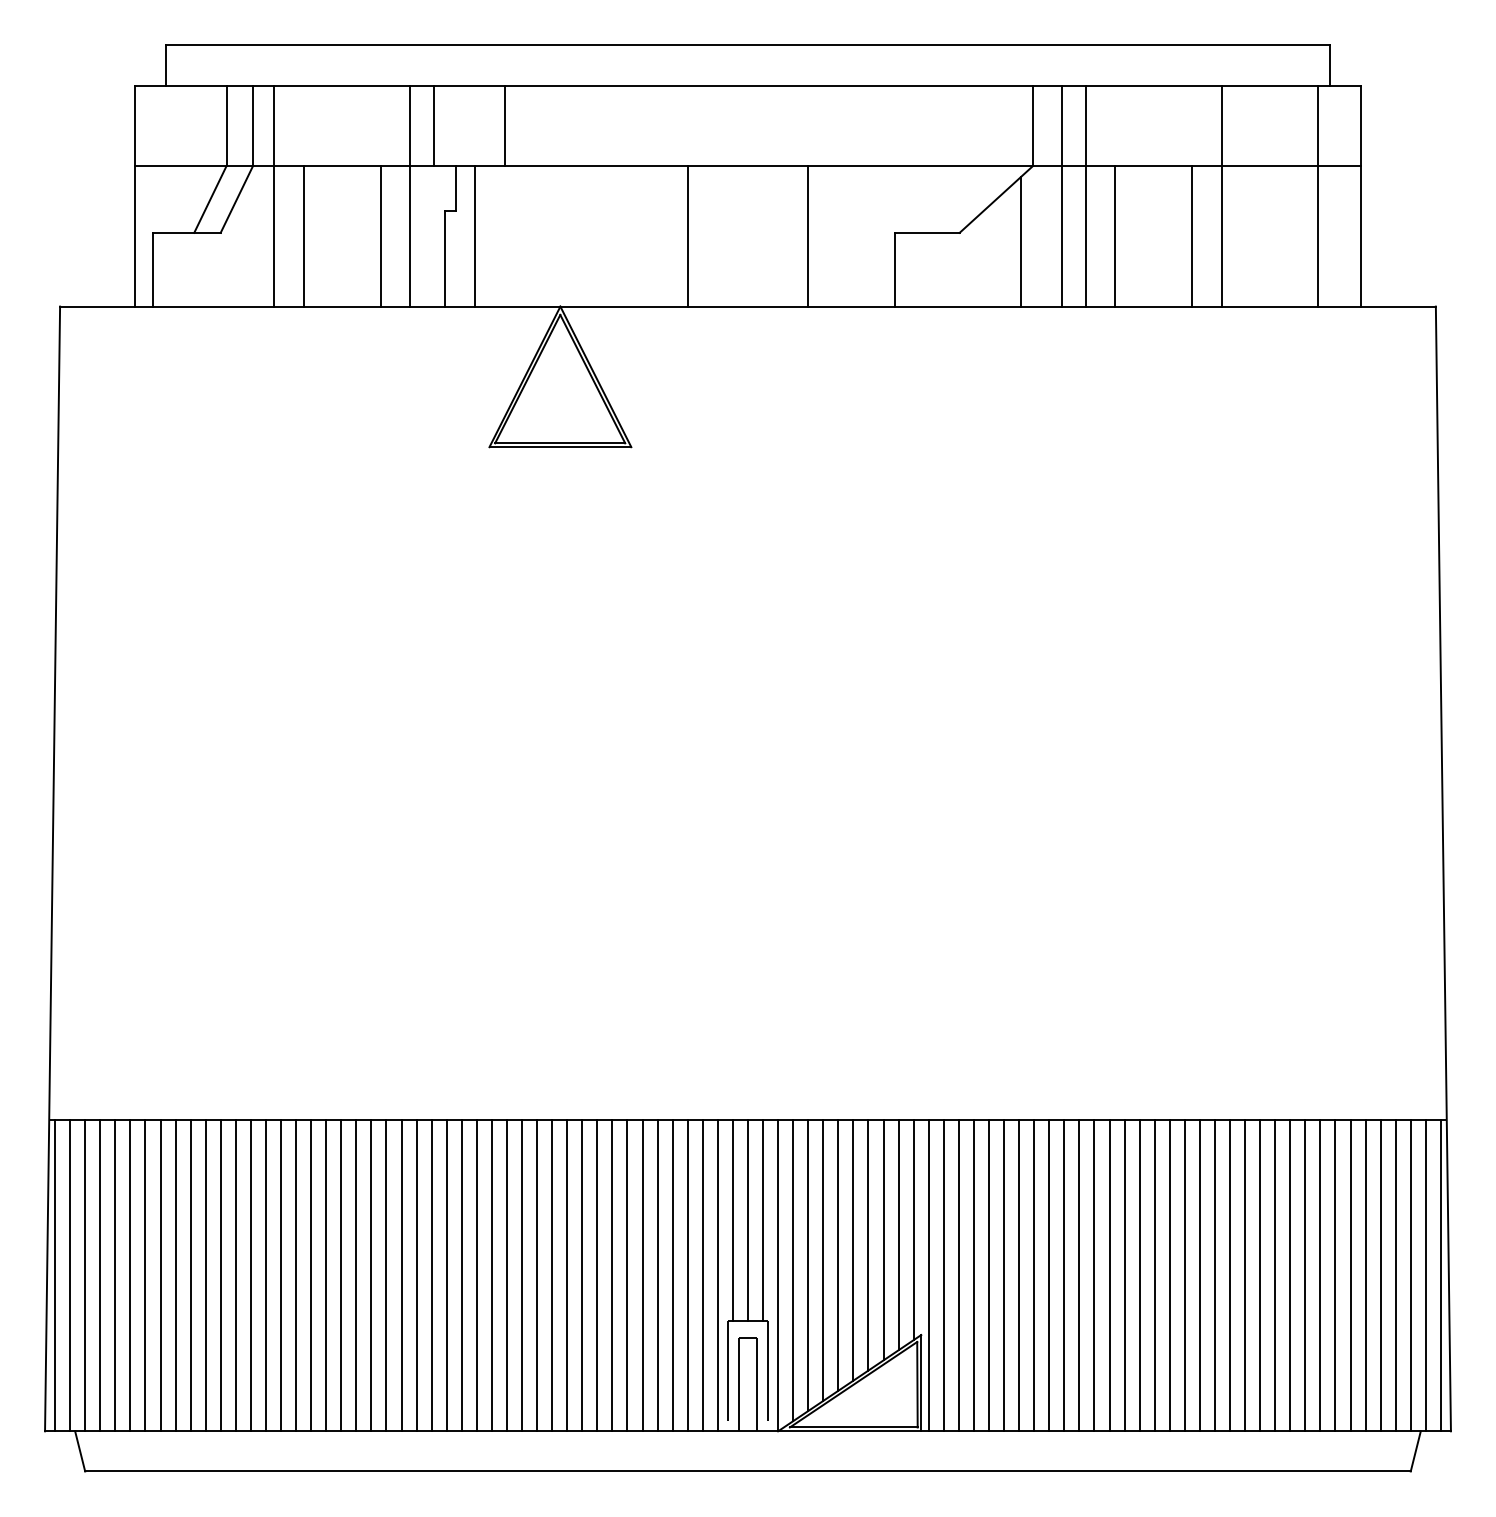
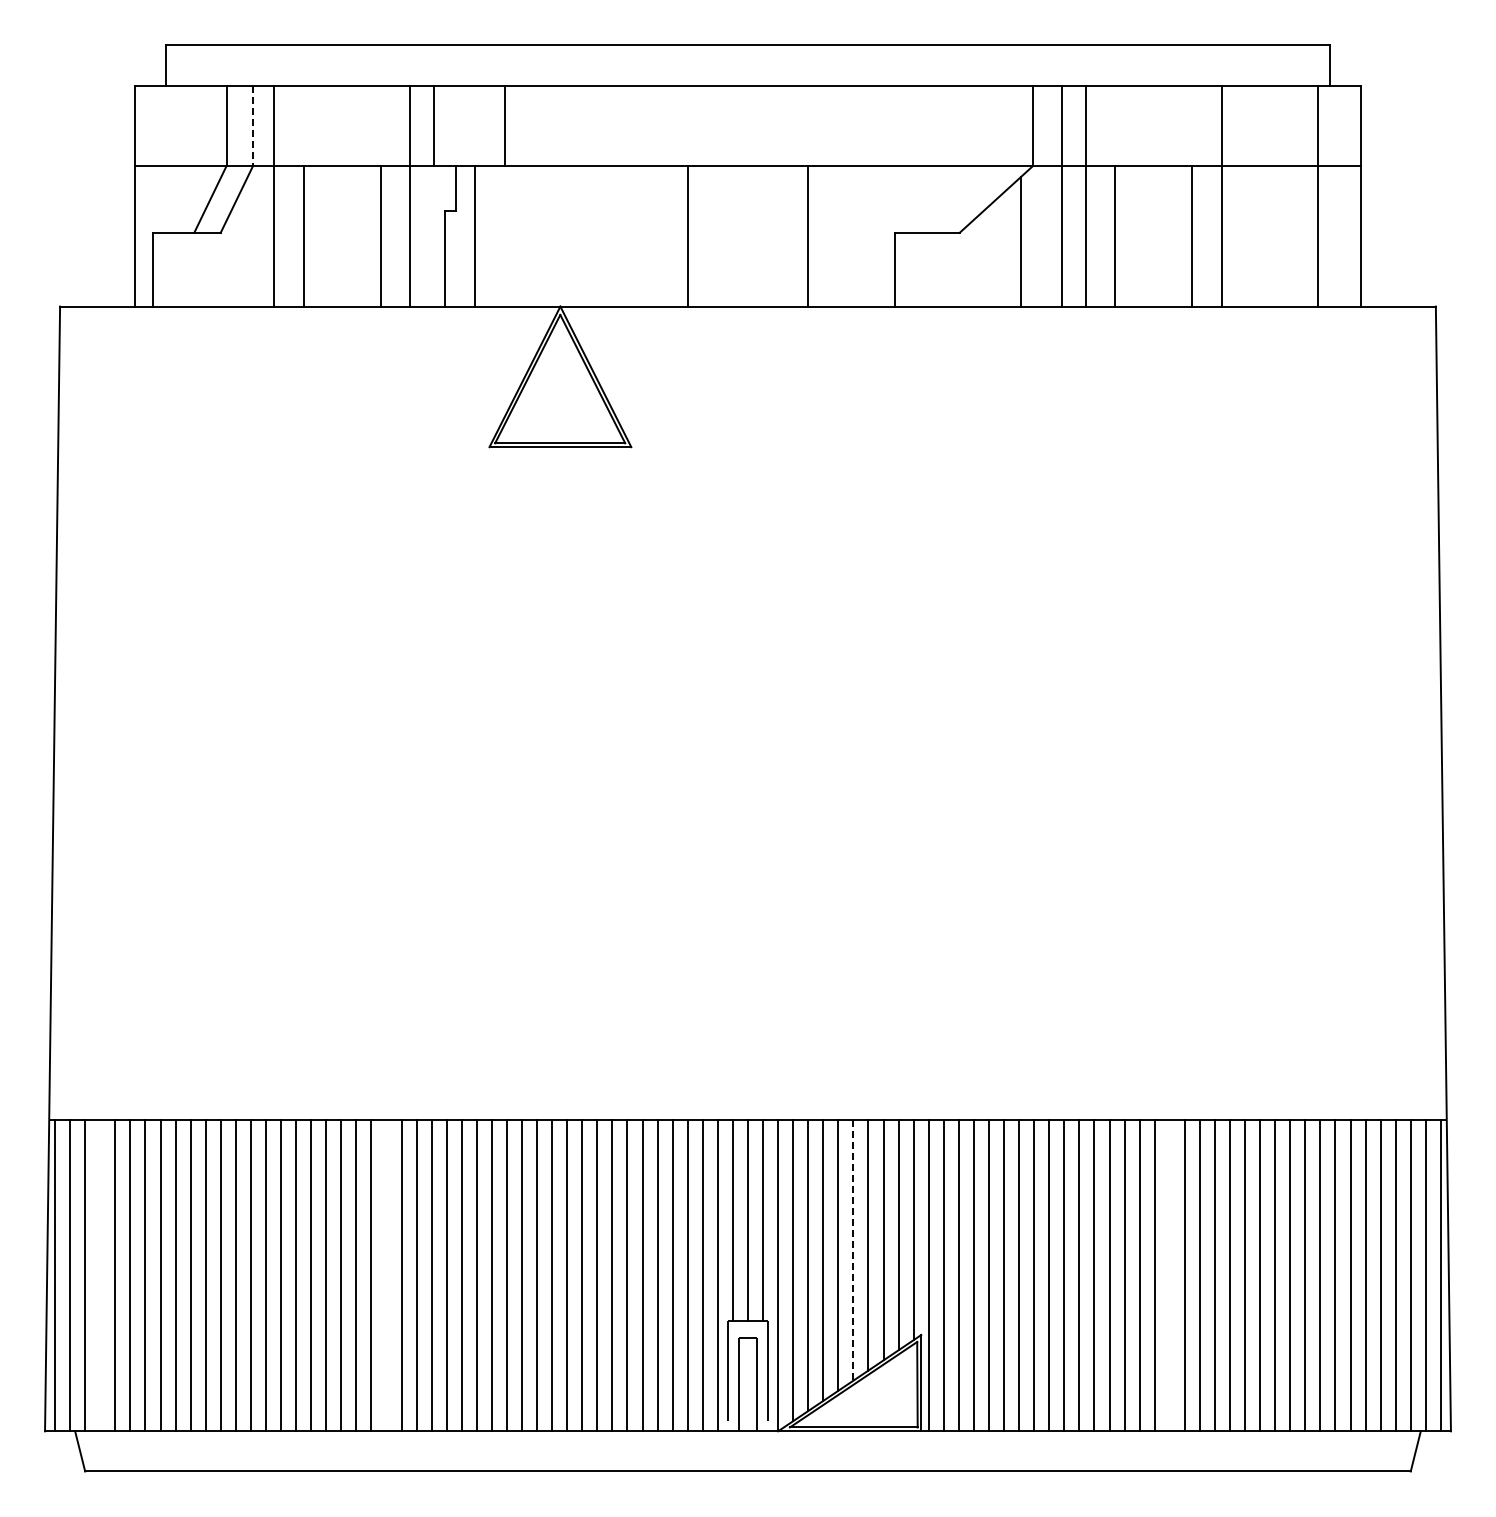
line at (253, 126): solid -> dashed
line at (853, 1250): solid -> dashed
line at (100, 1275): present -> none
line at (386, 1275): present -> none
line at (1169, 1275): present -> none
